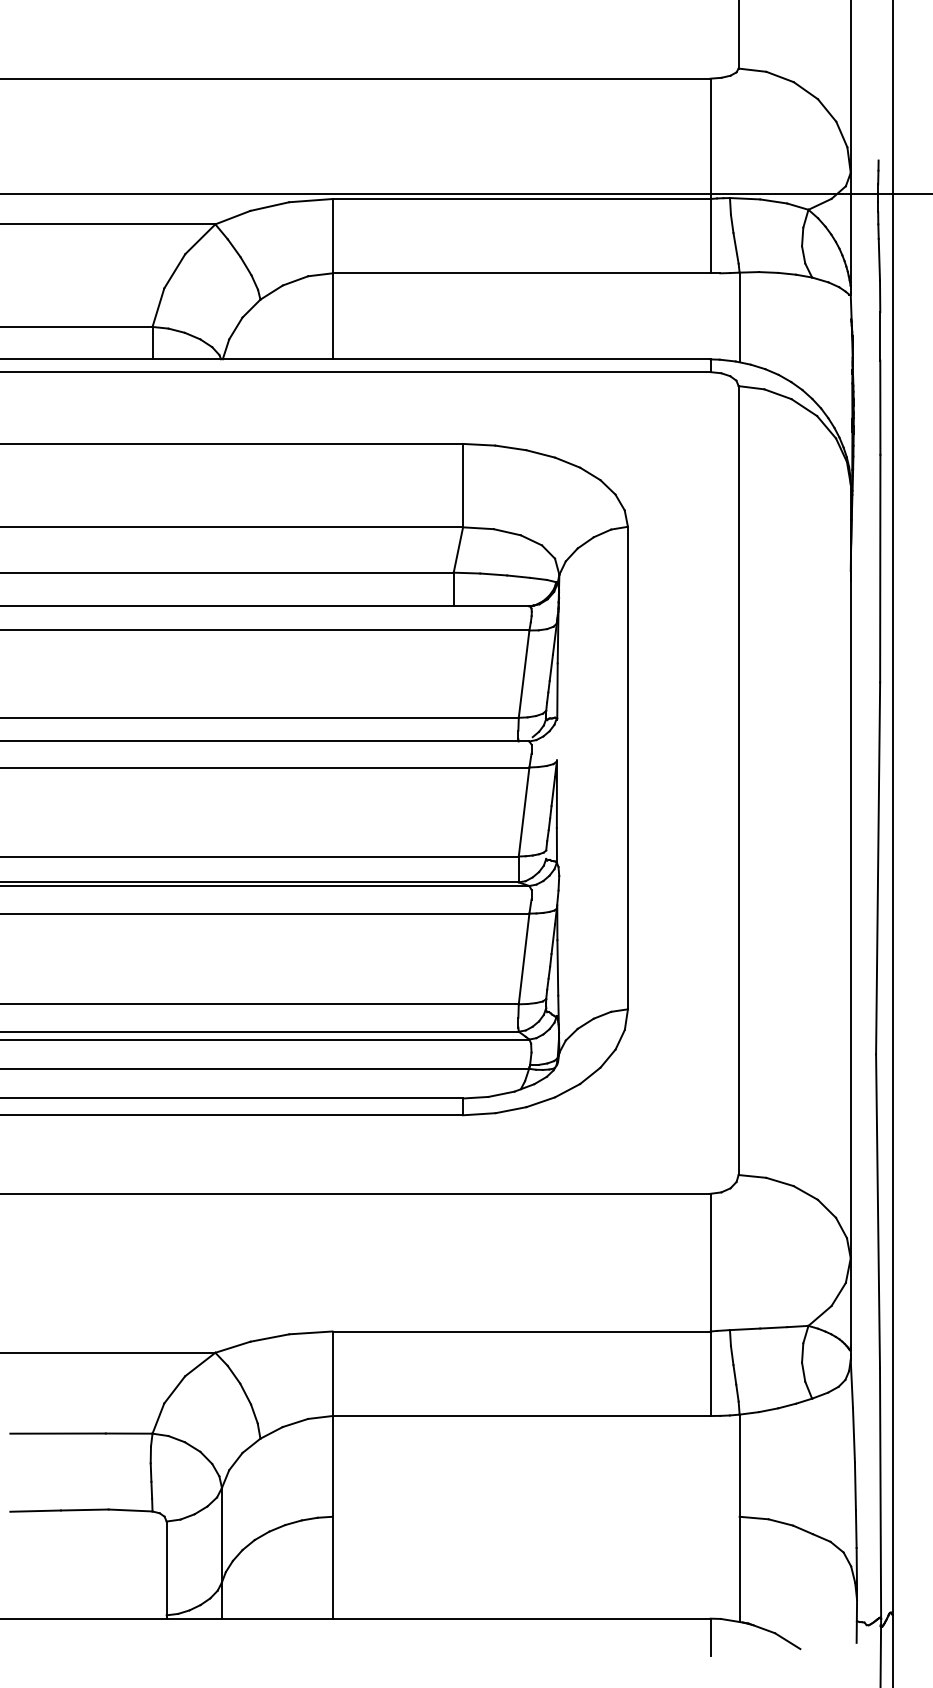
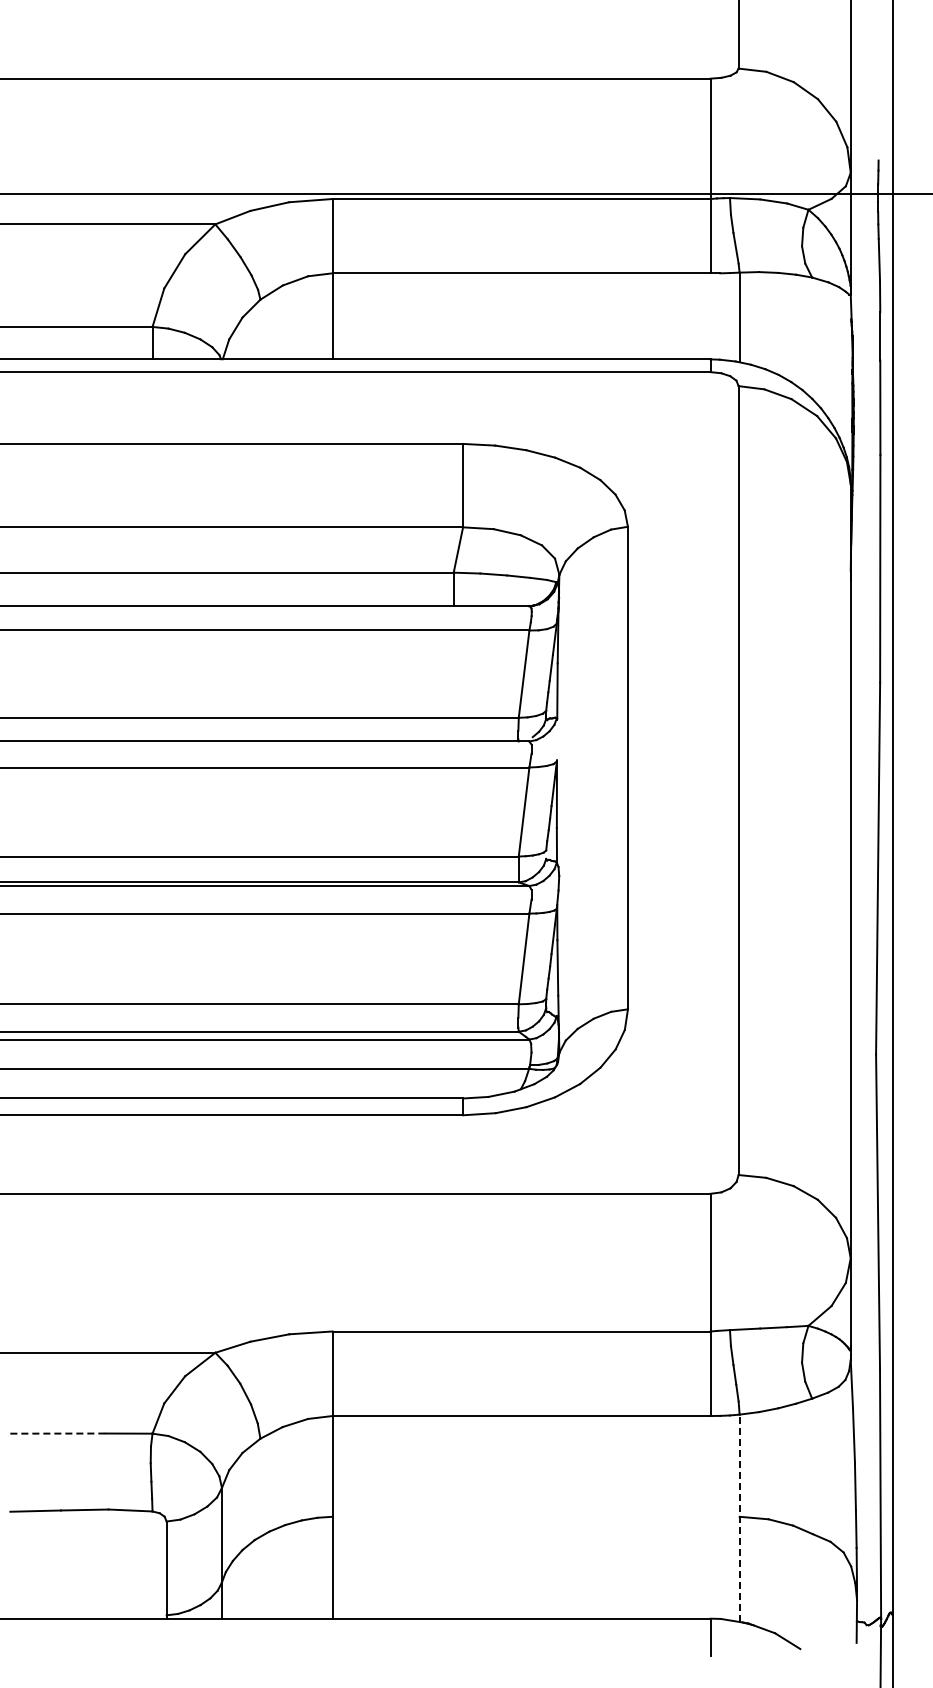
line at (58, 1433): solid -> dashed
line at (739, 1517): solid -> dashed
